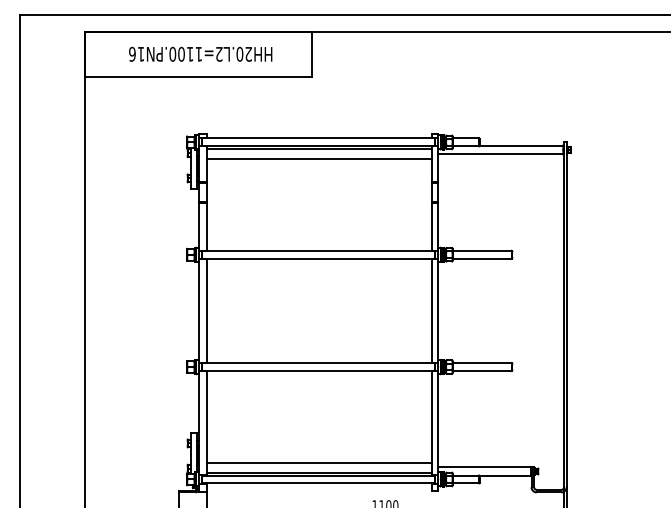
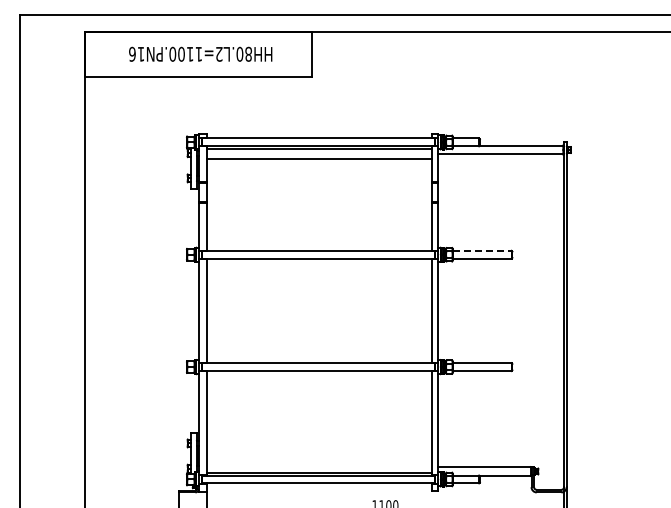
text at (248, 53): HH20.L2=1100.PN16 -> HH80.L2=1100.PN16
line at (482, 250): solid -> dashed
line at (318, 463): present -> none
